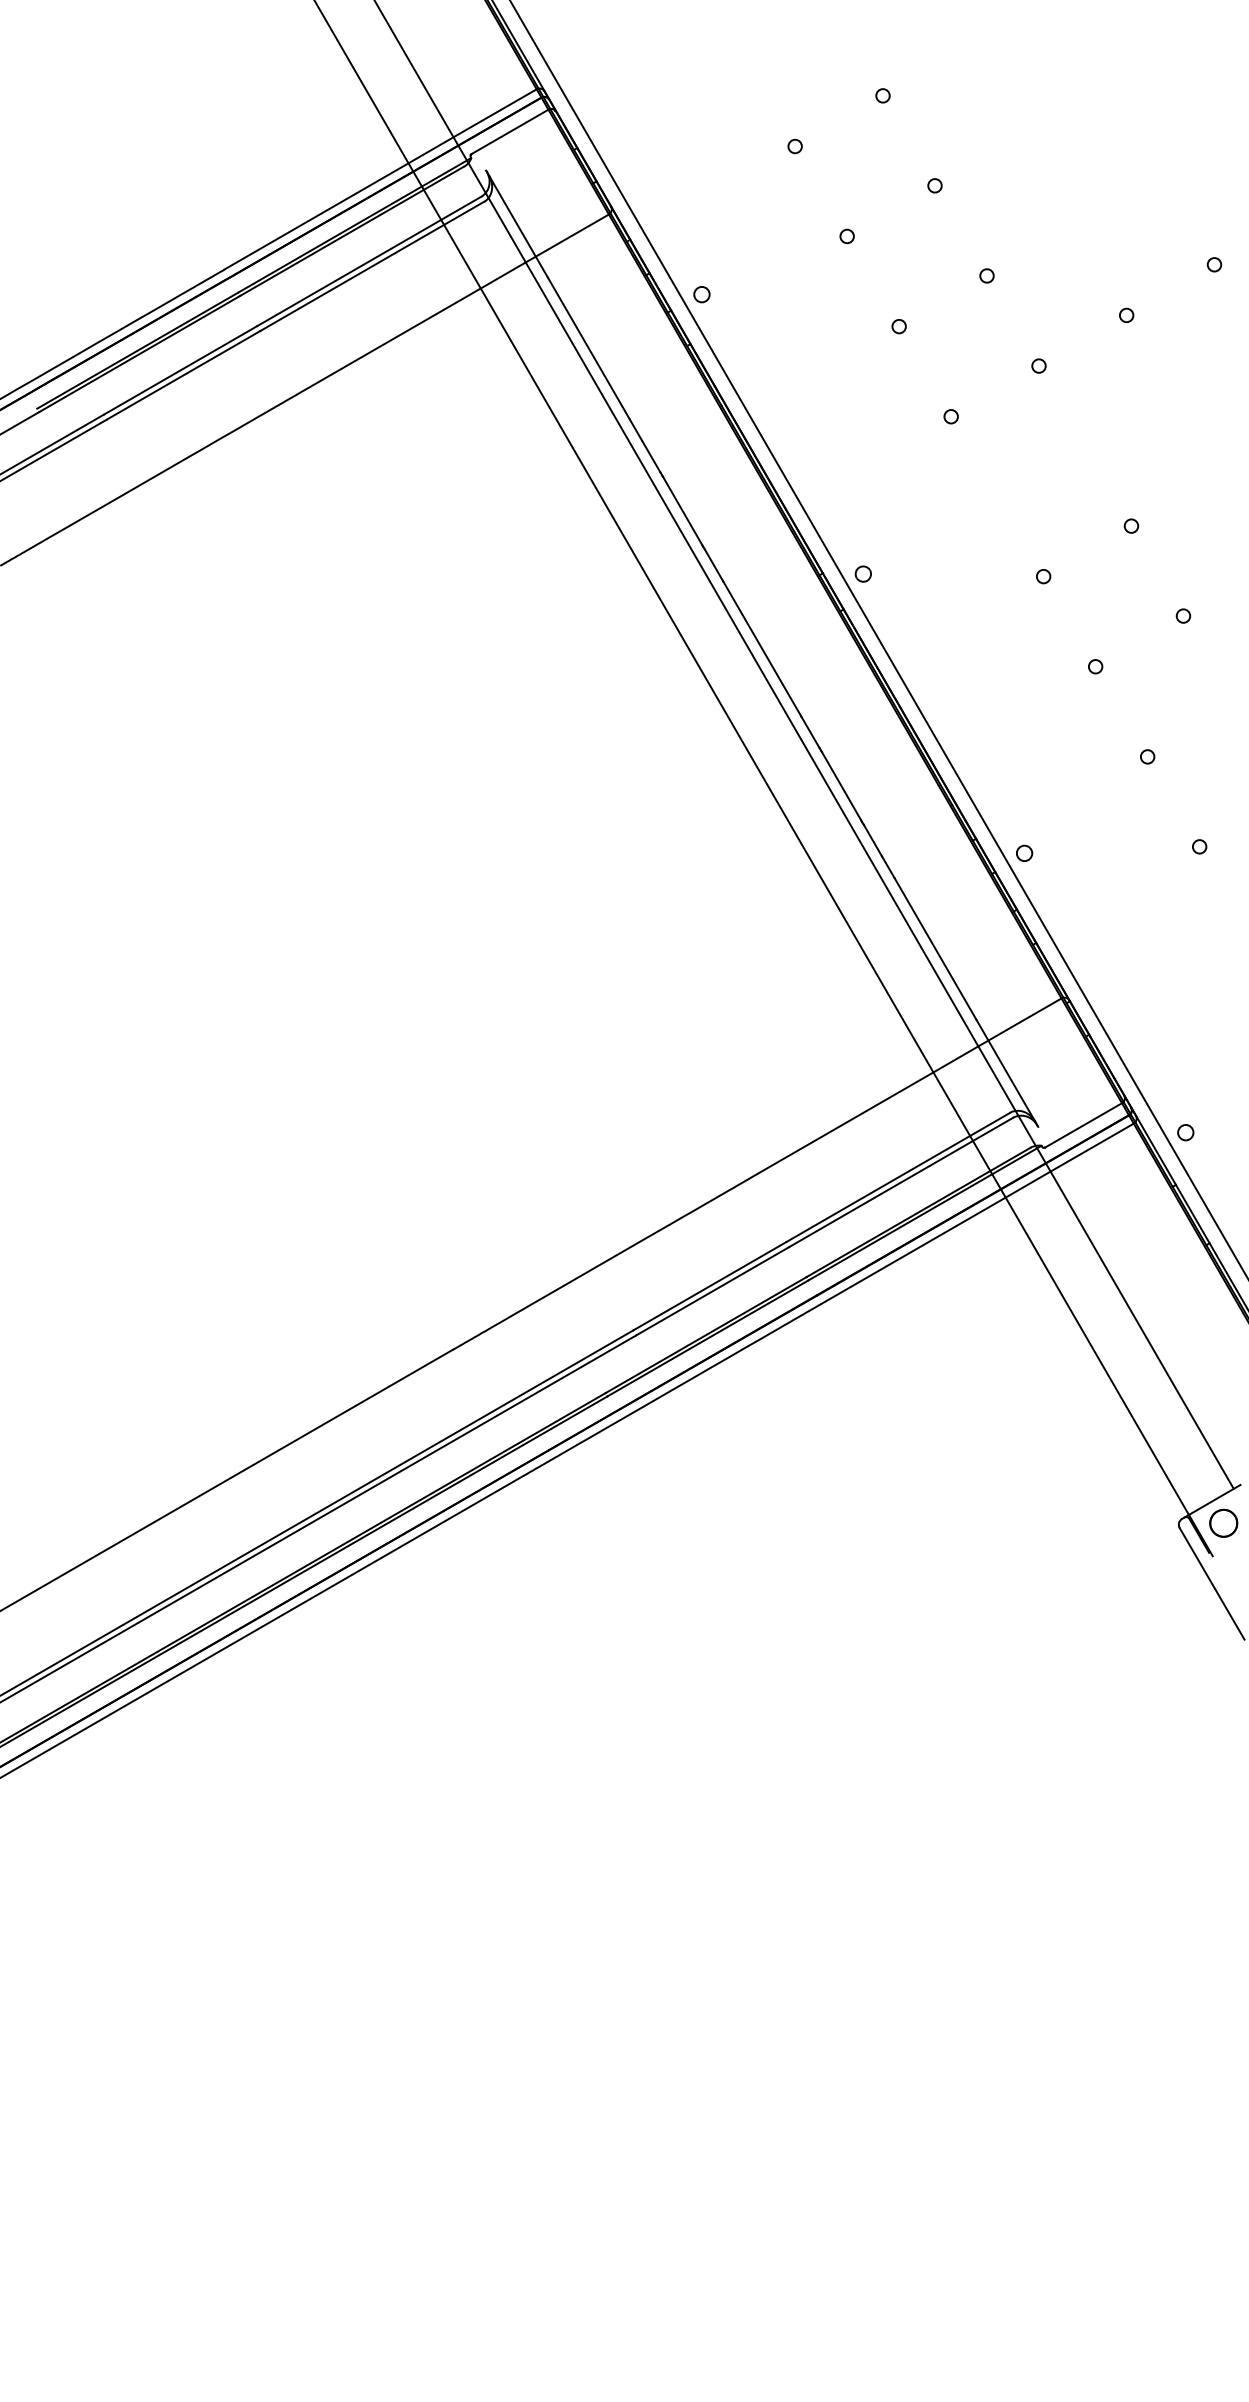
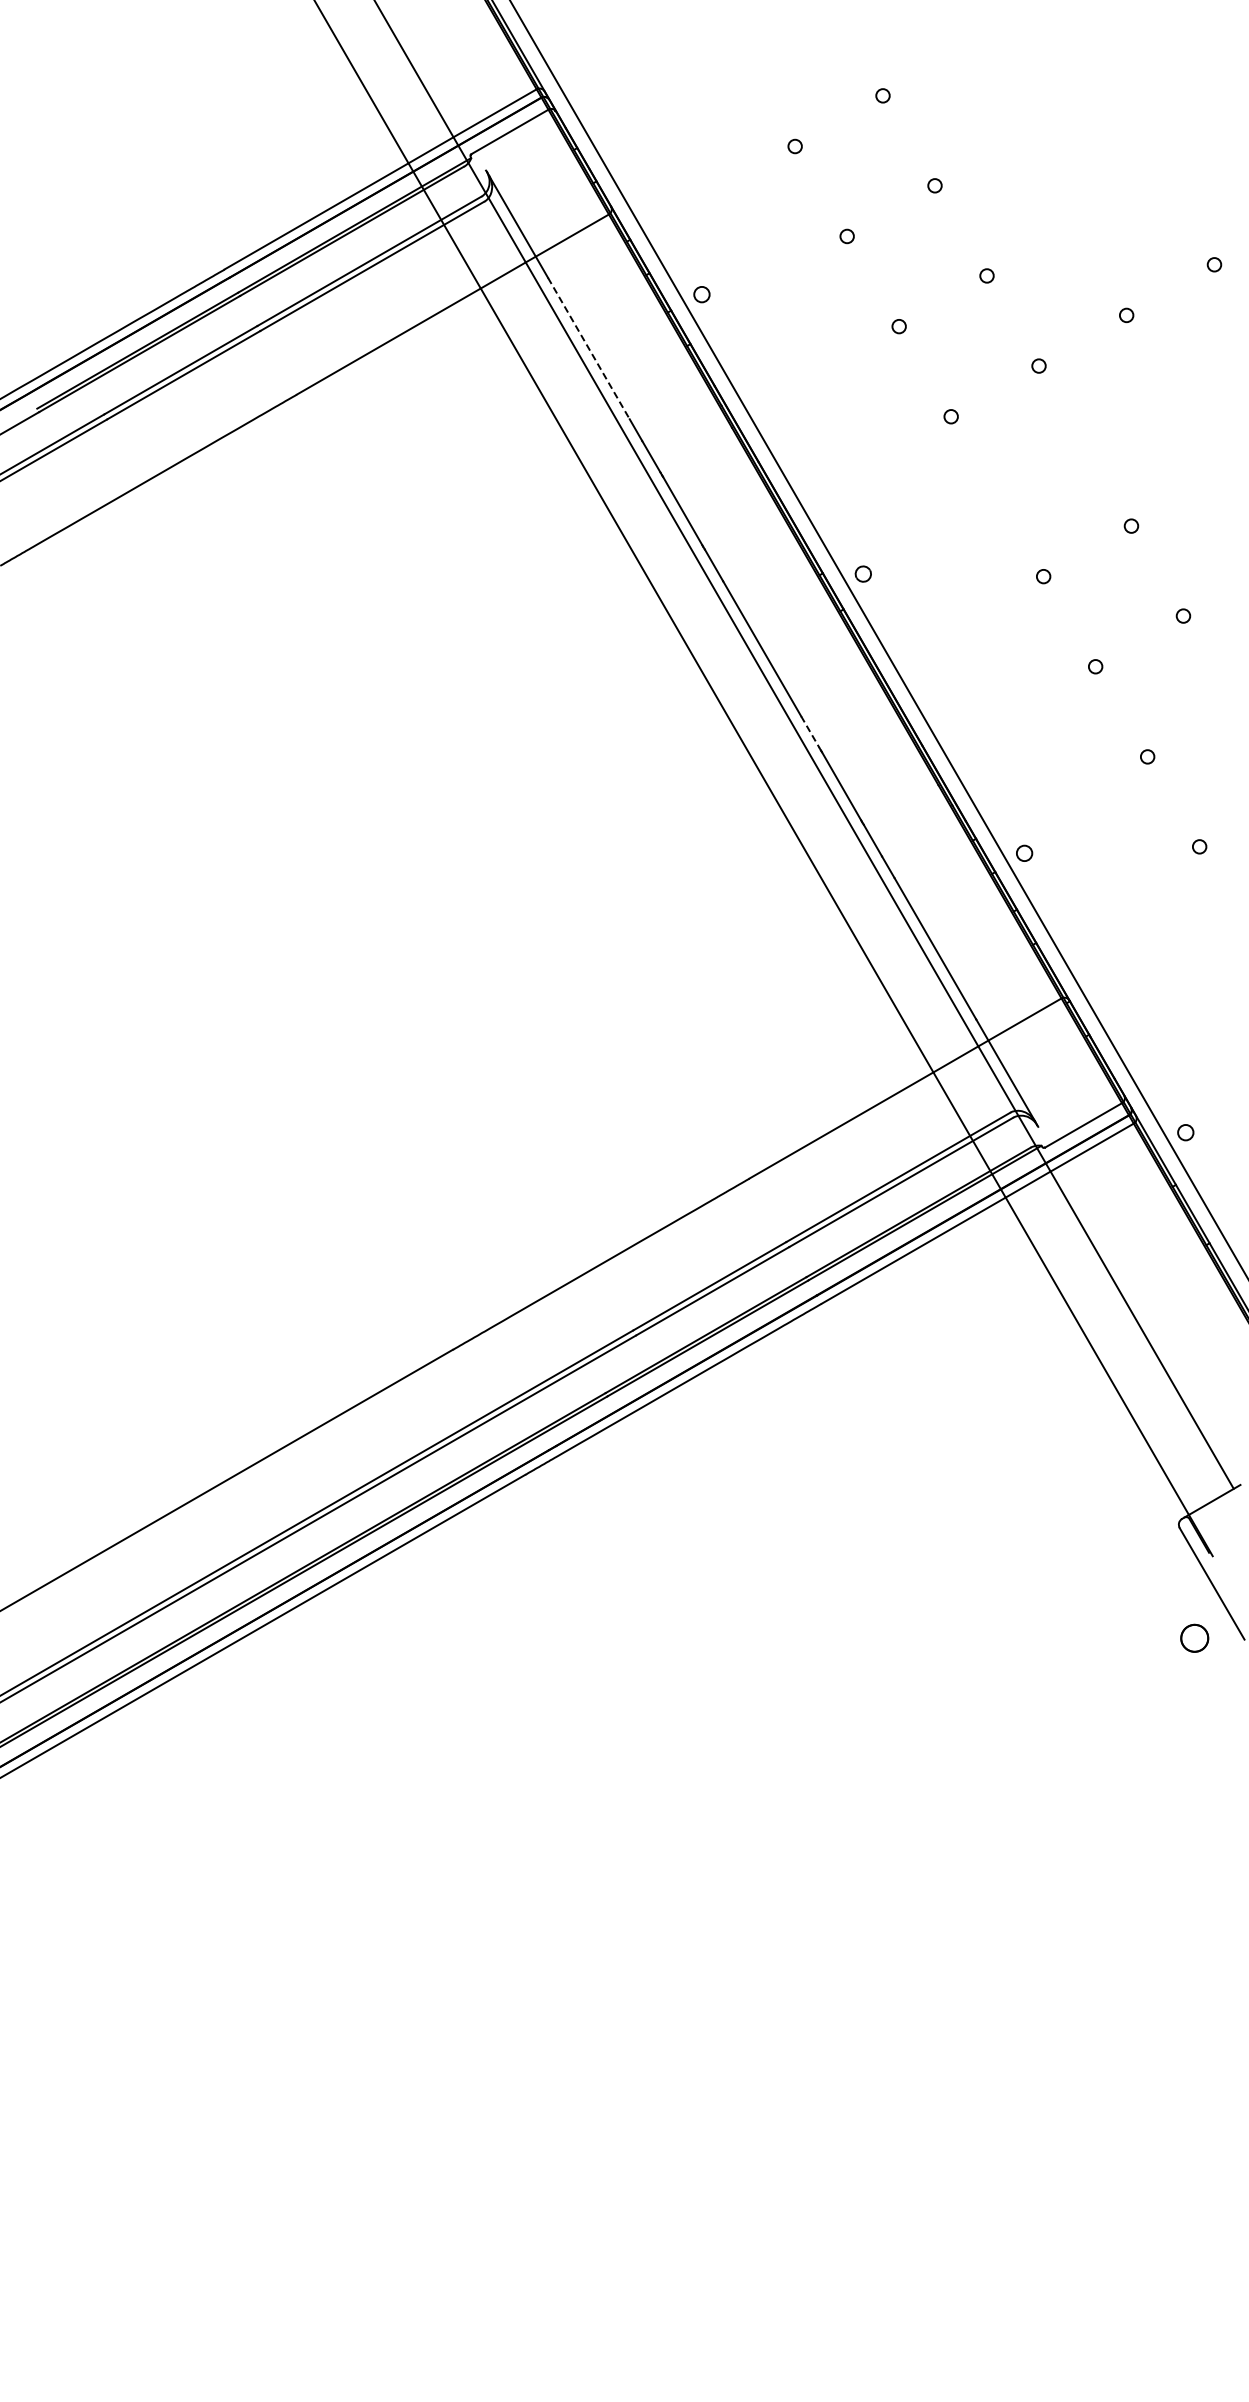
line at (588, 348): solid -> dashed
line at (810, 732): solid -> dashed
part at (1223, 1522) position: (1223, 1522) -> (1194, 1637)
